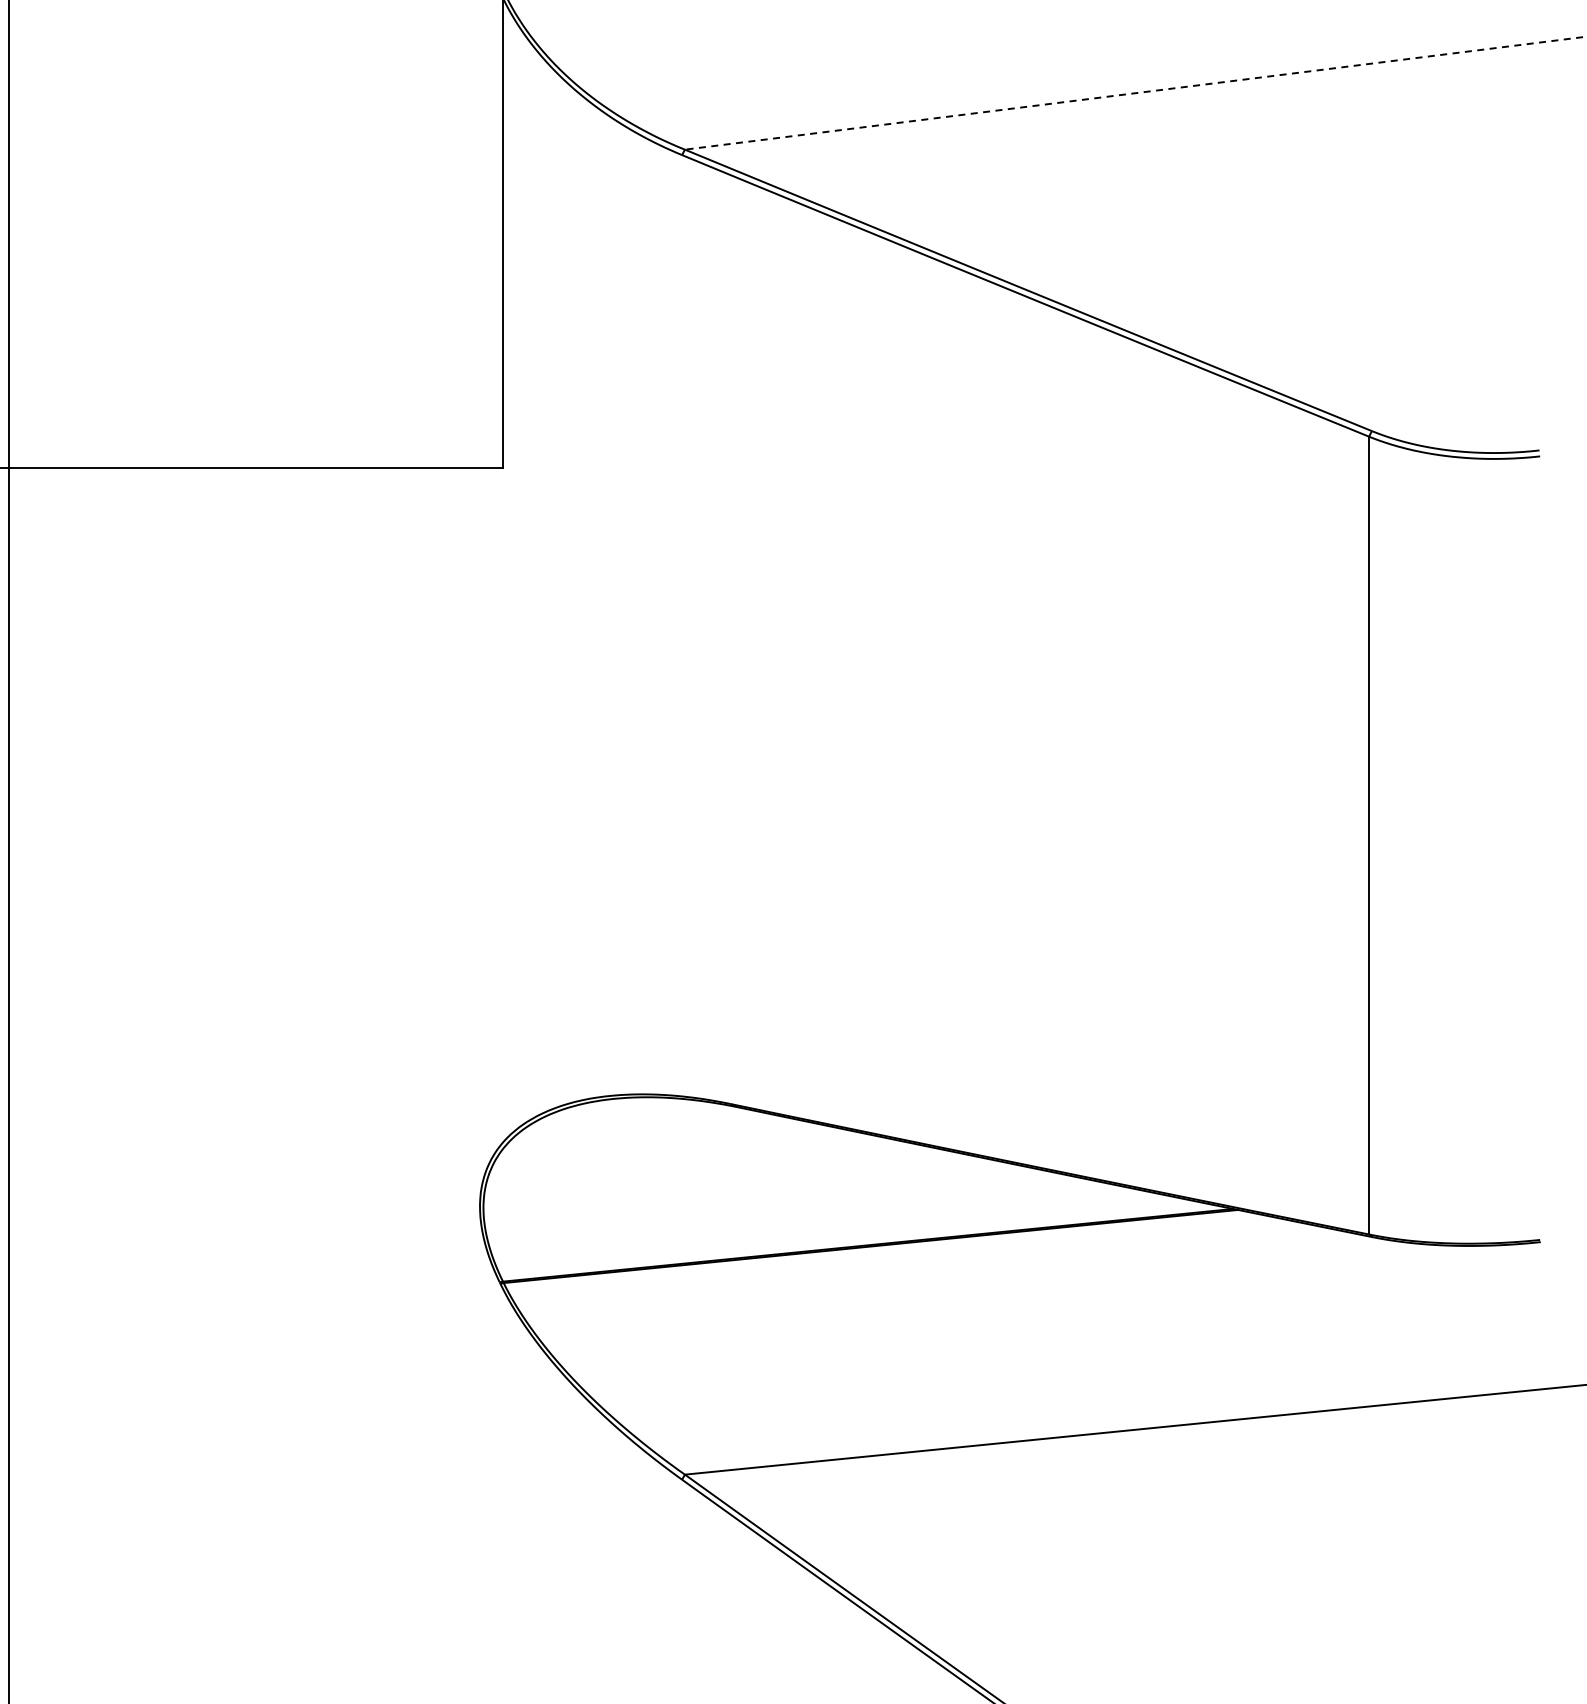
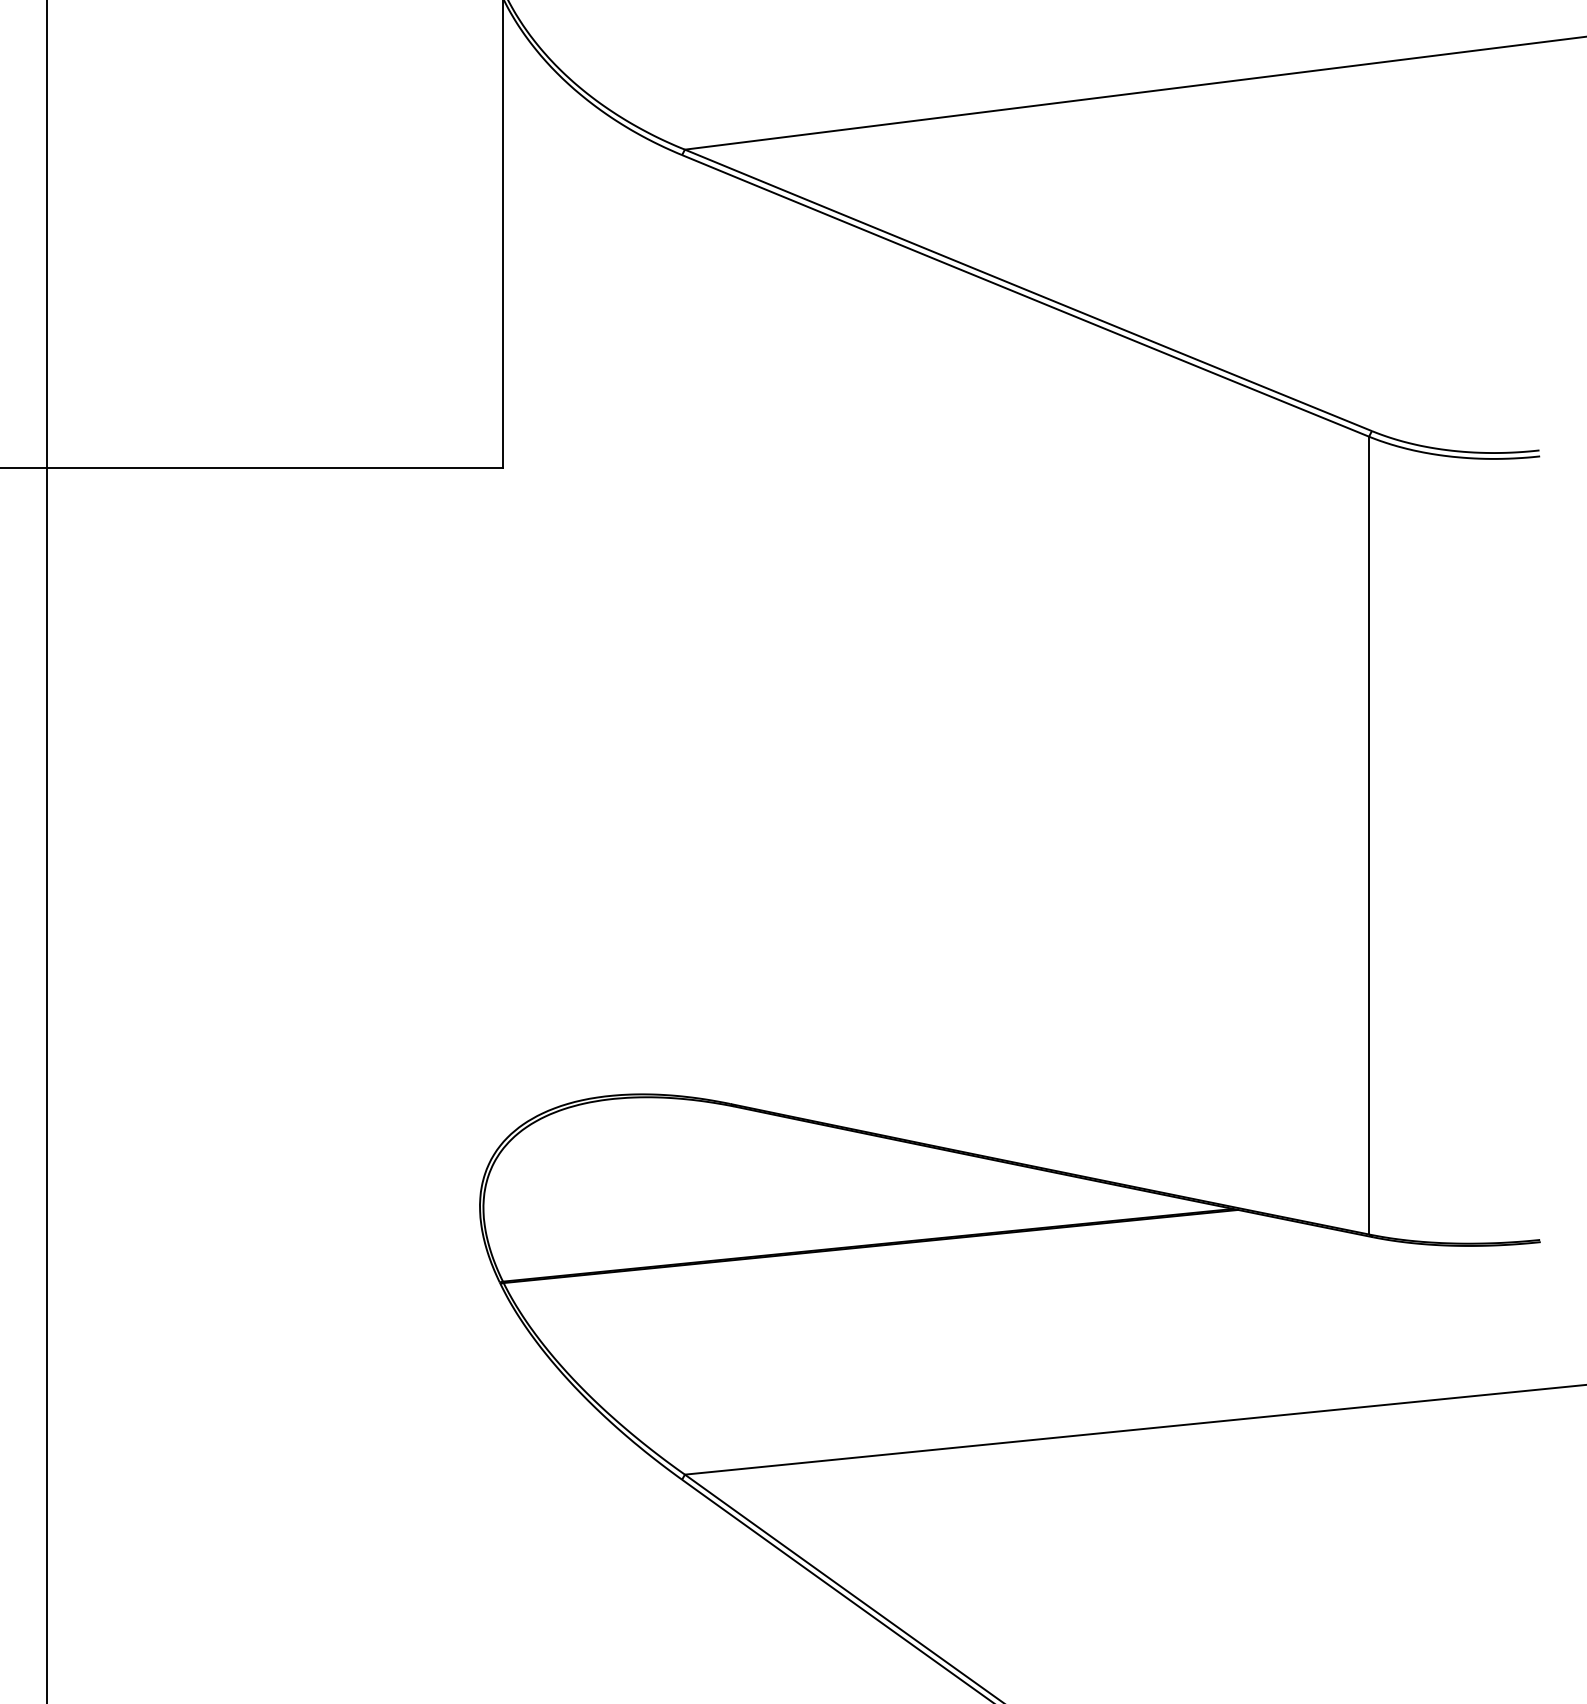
line at (1135, 93): dashed -> solid
line at (9, 851) position: (9, 851) -> (47, 851)
